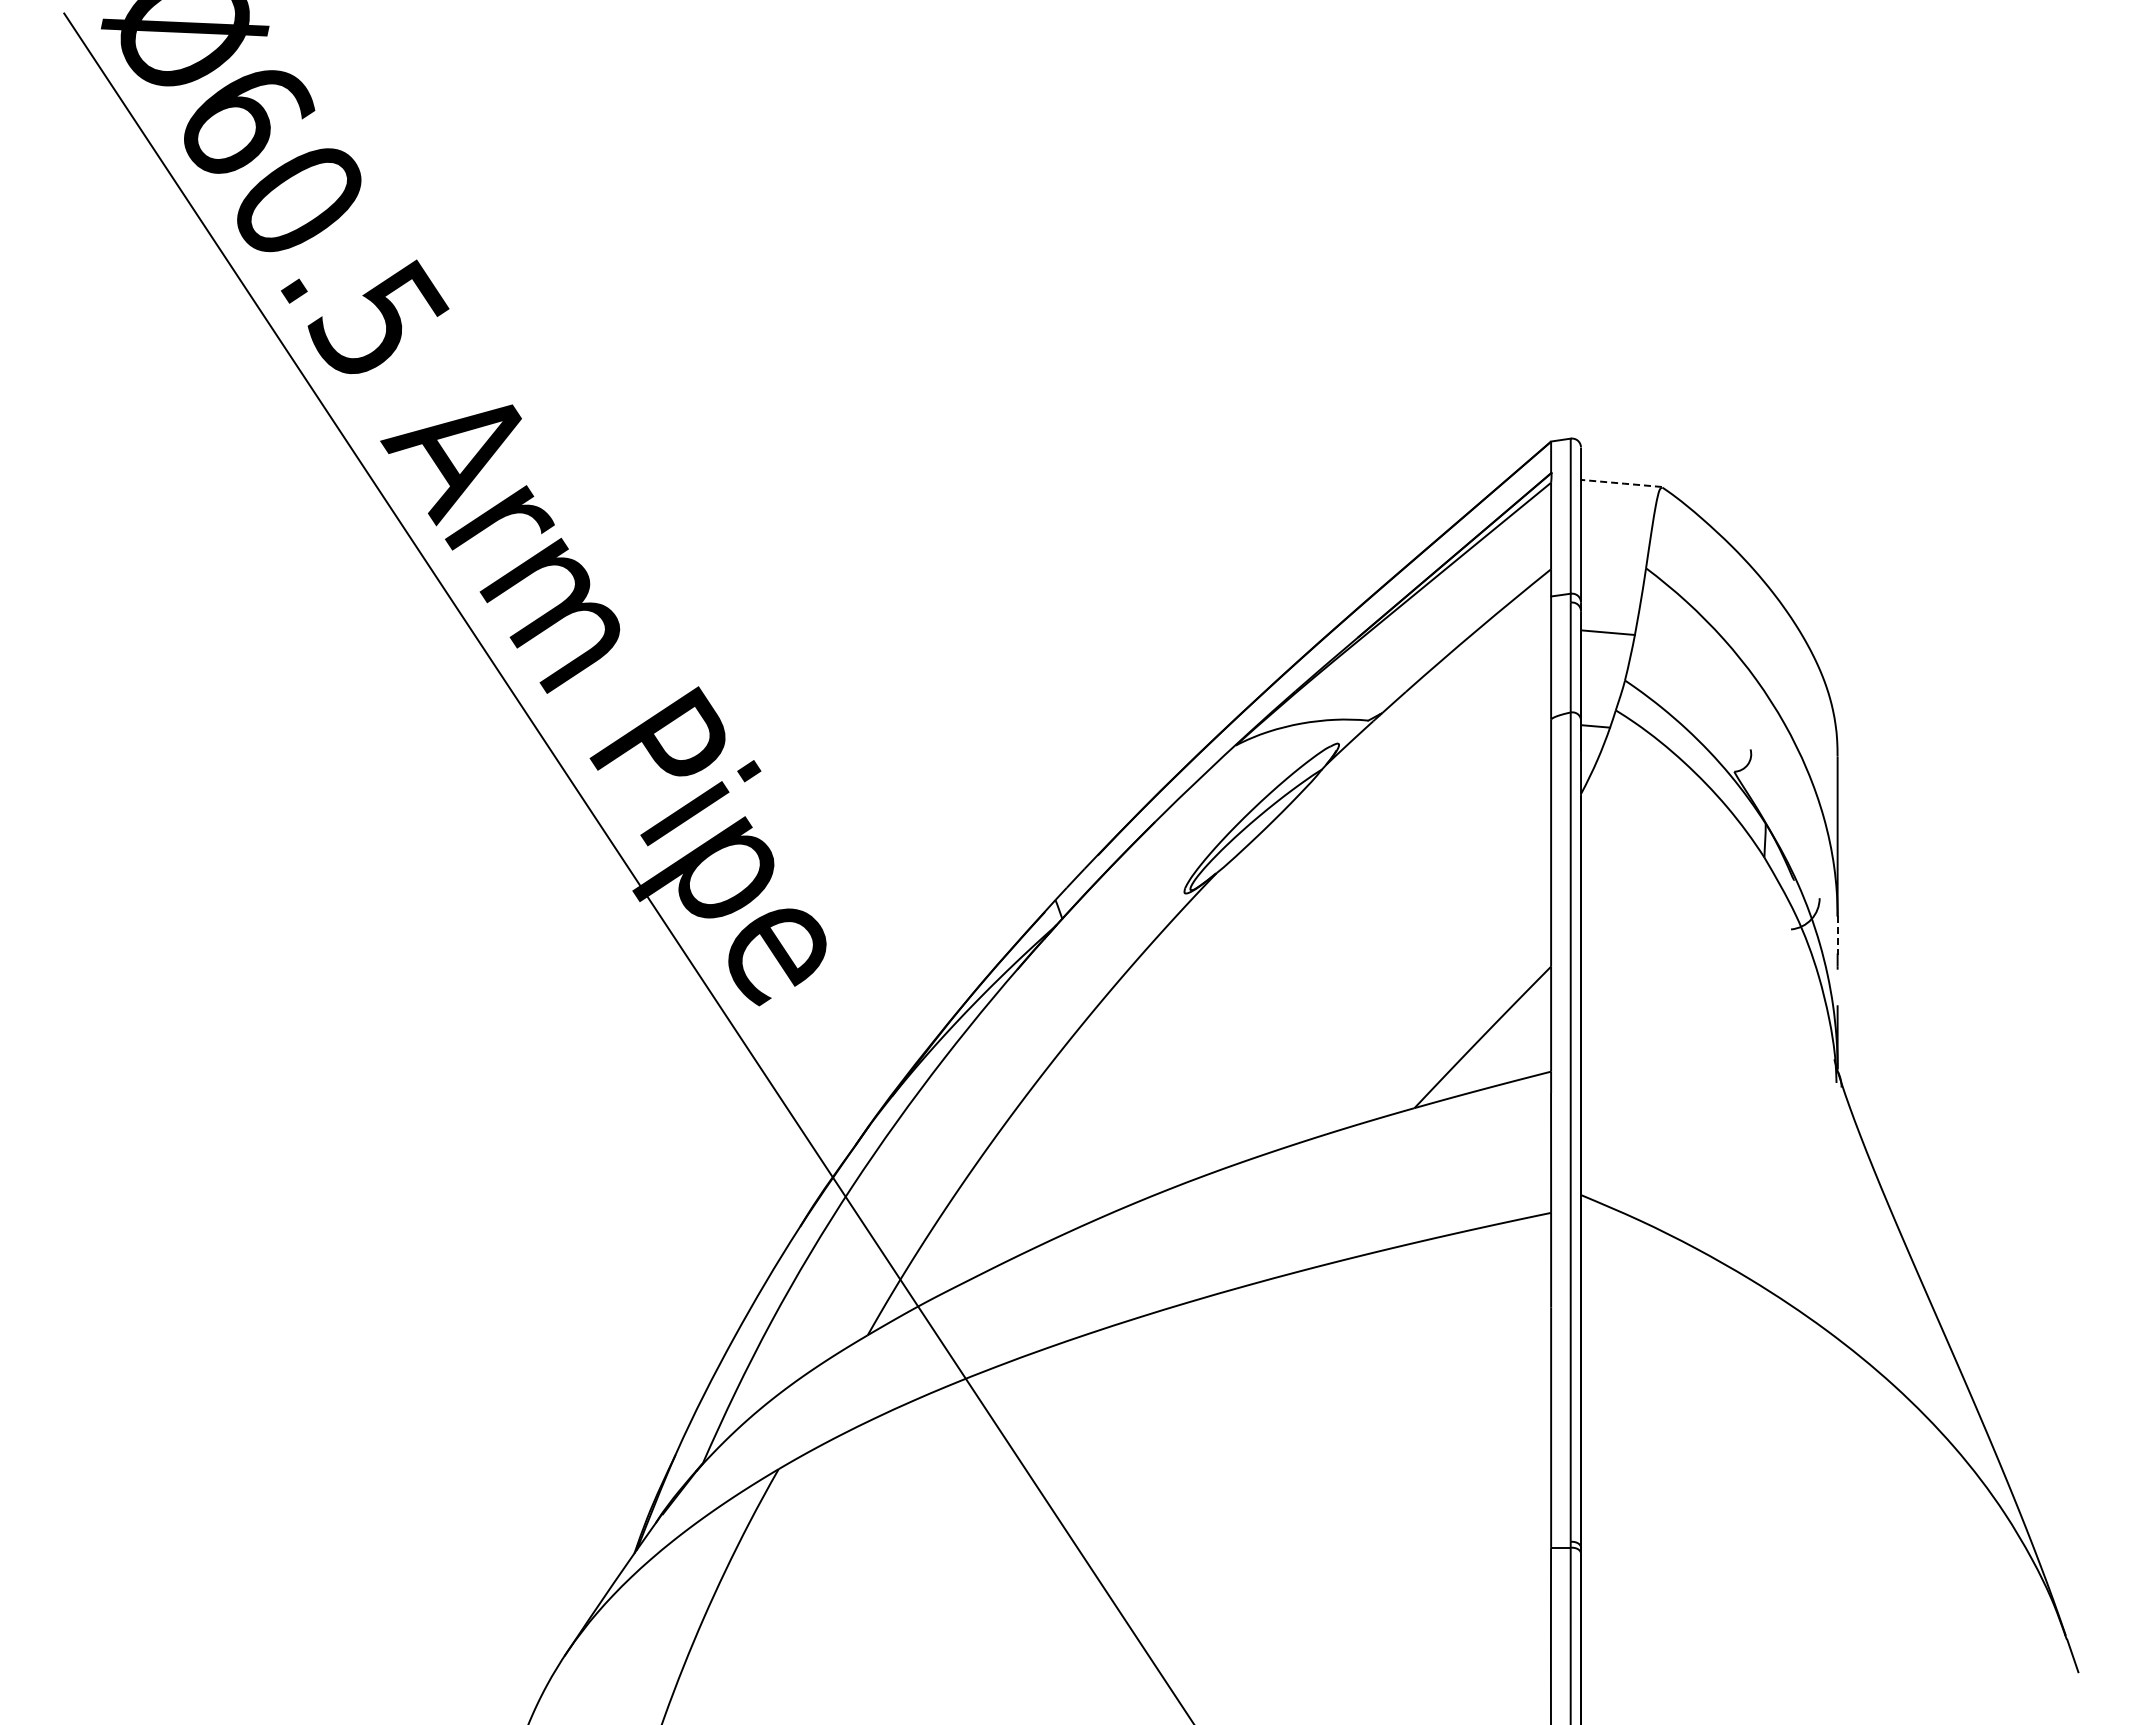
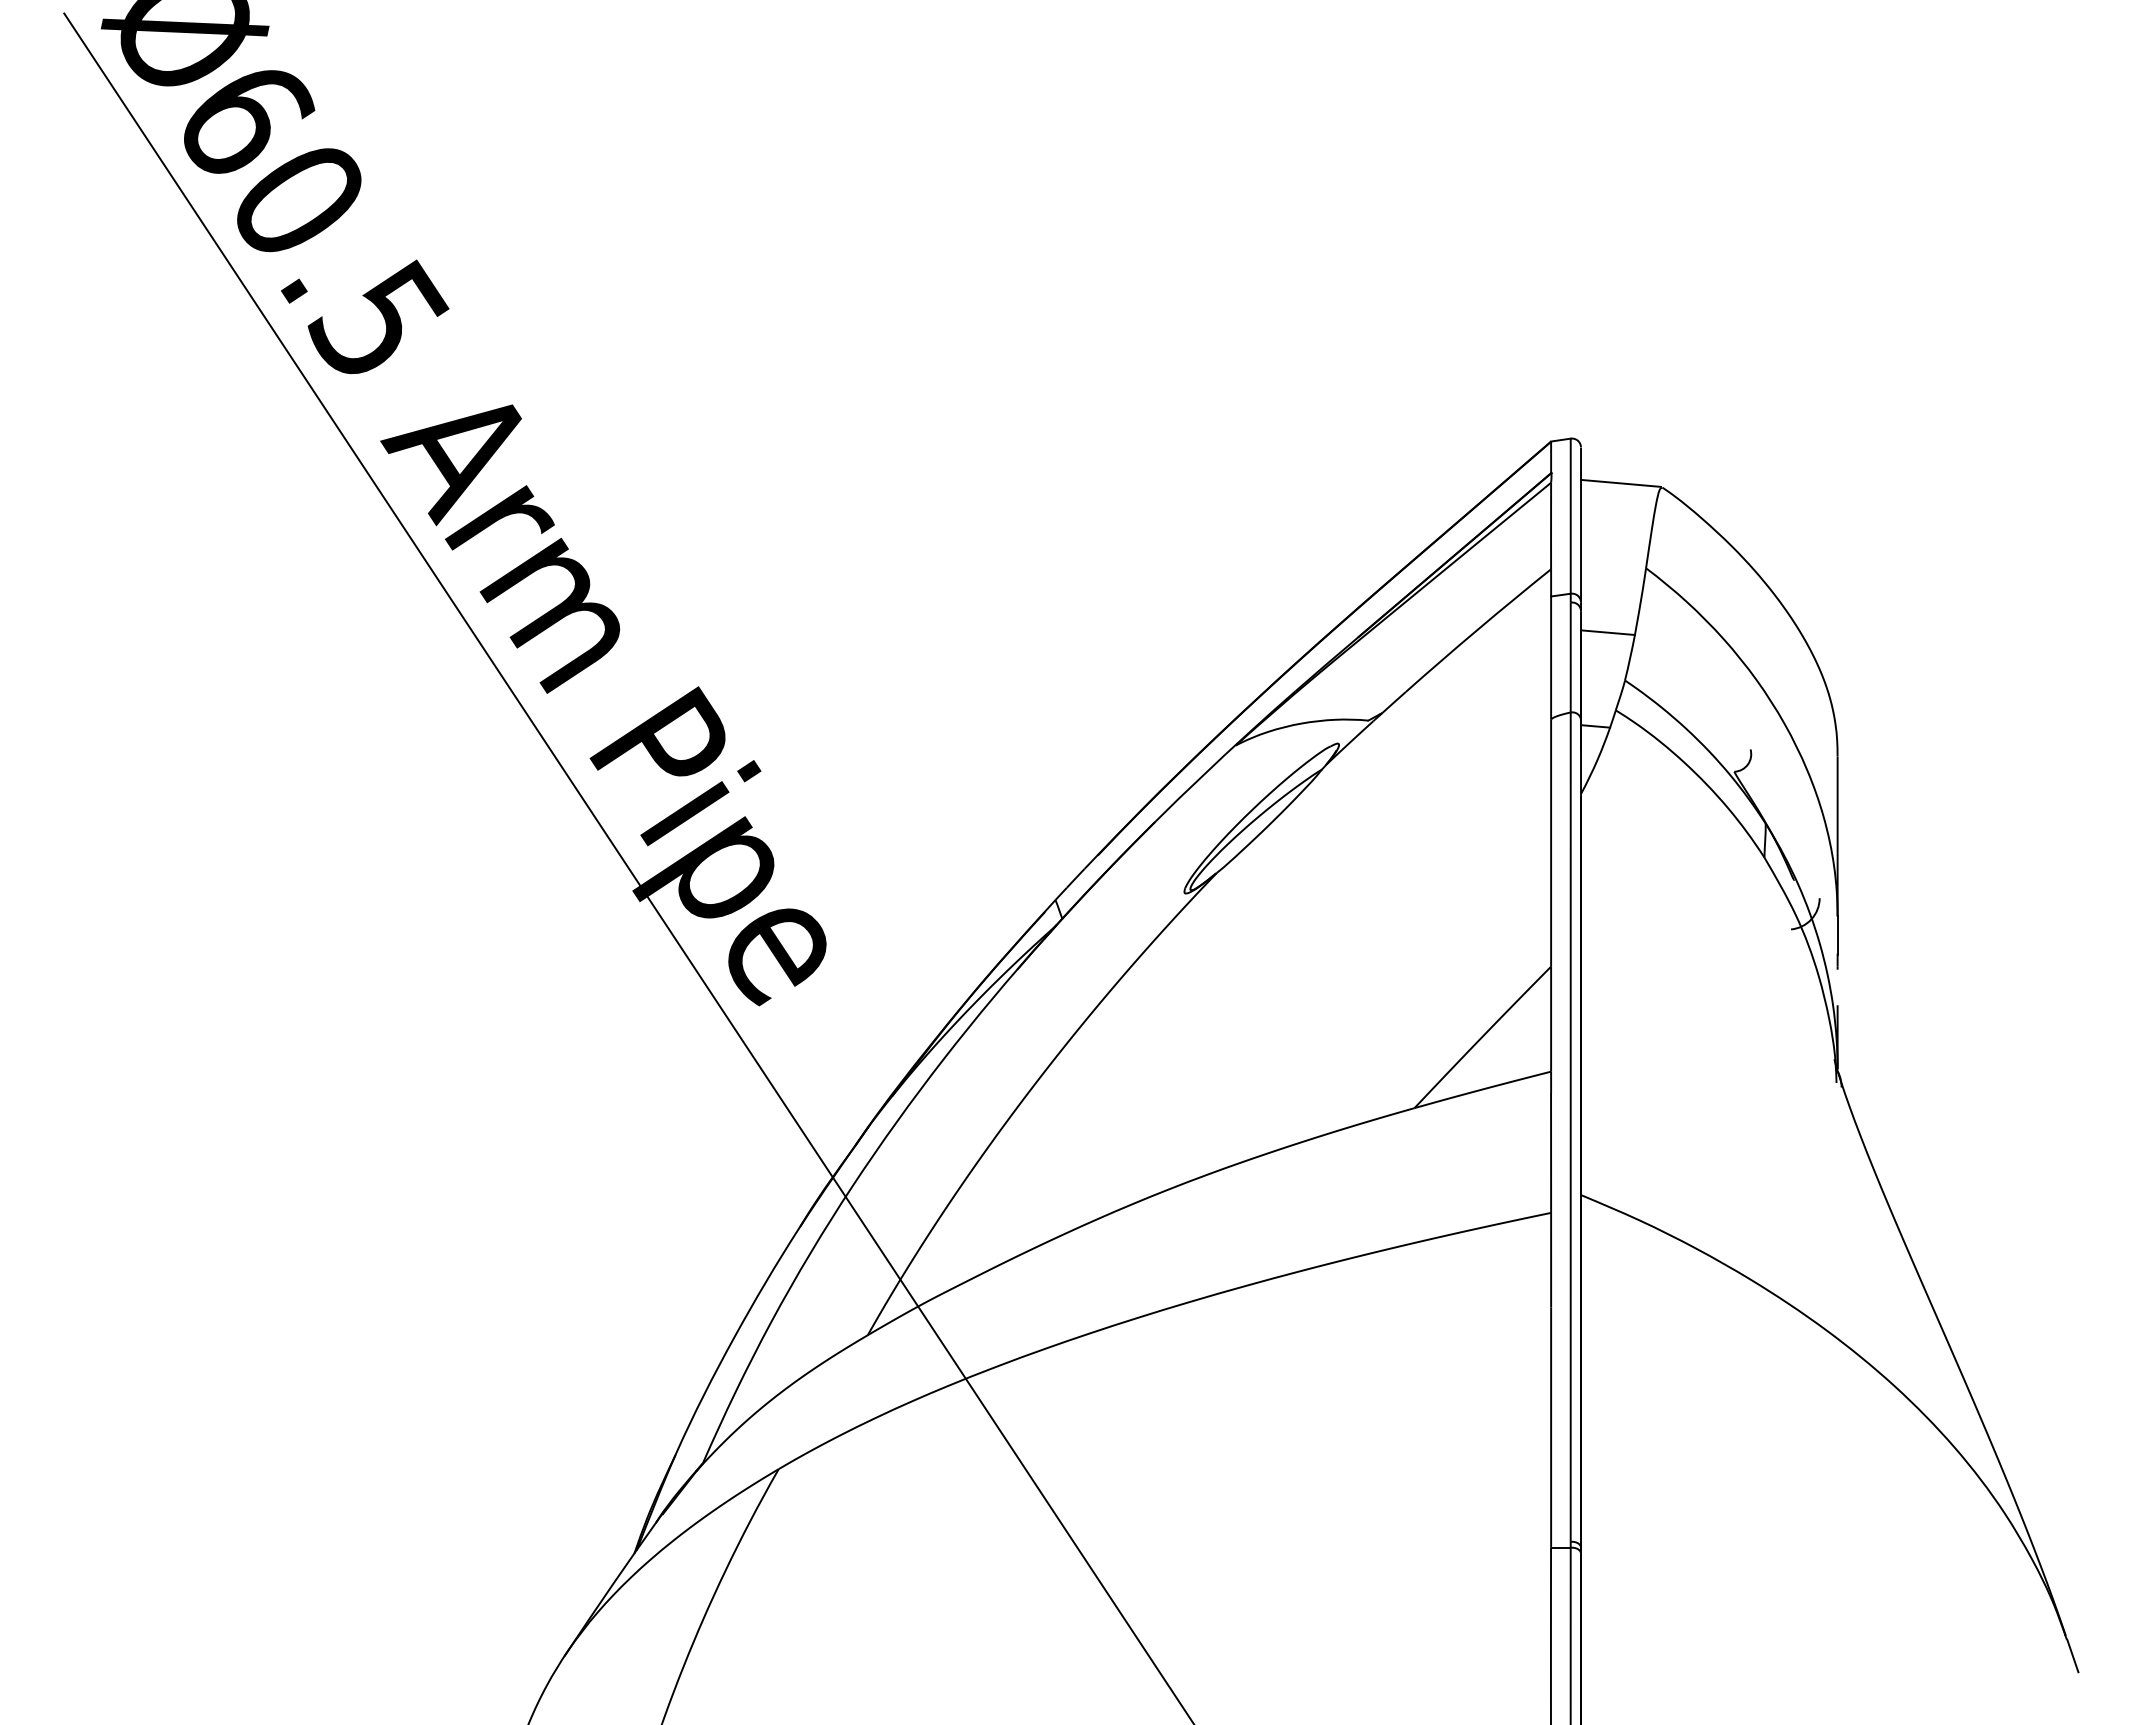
line at (1621, 483): dashed -> solid
line at (1837, 936): dashed -> solid
